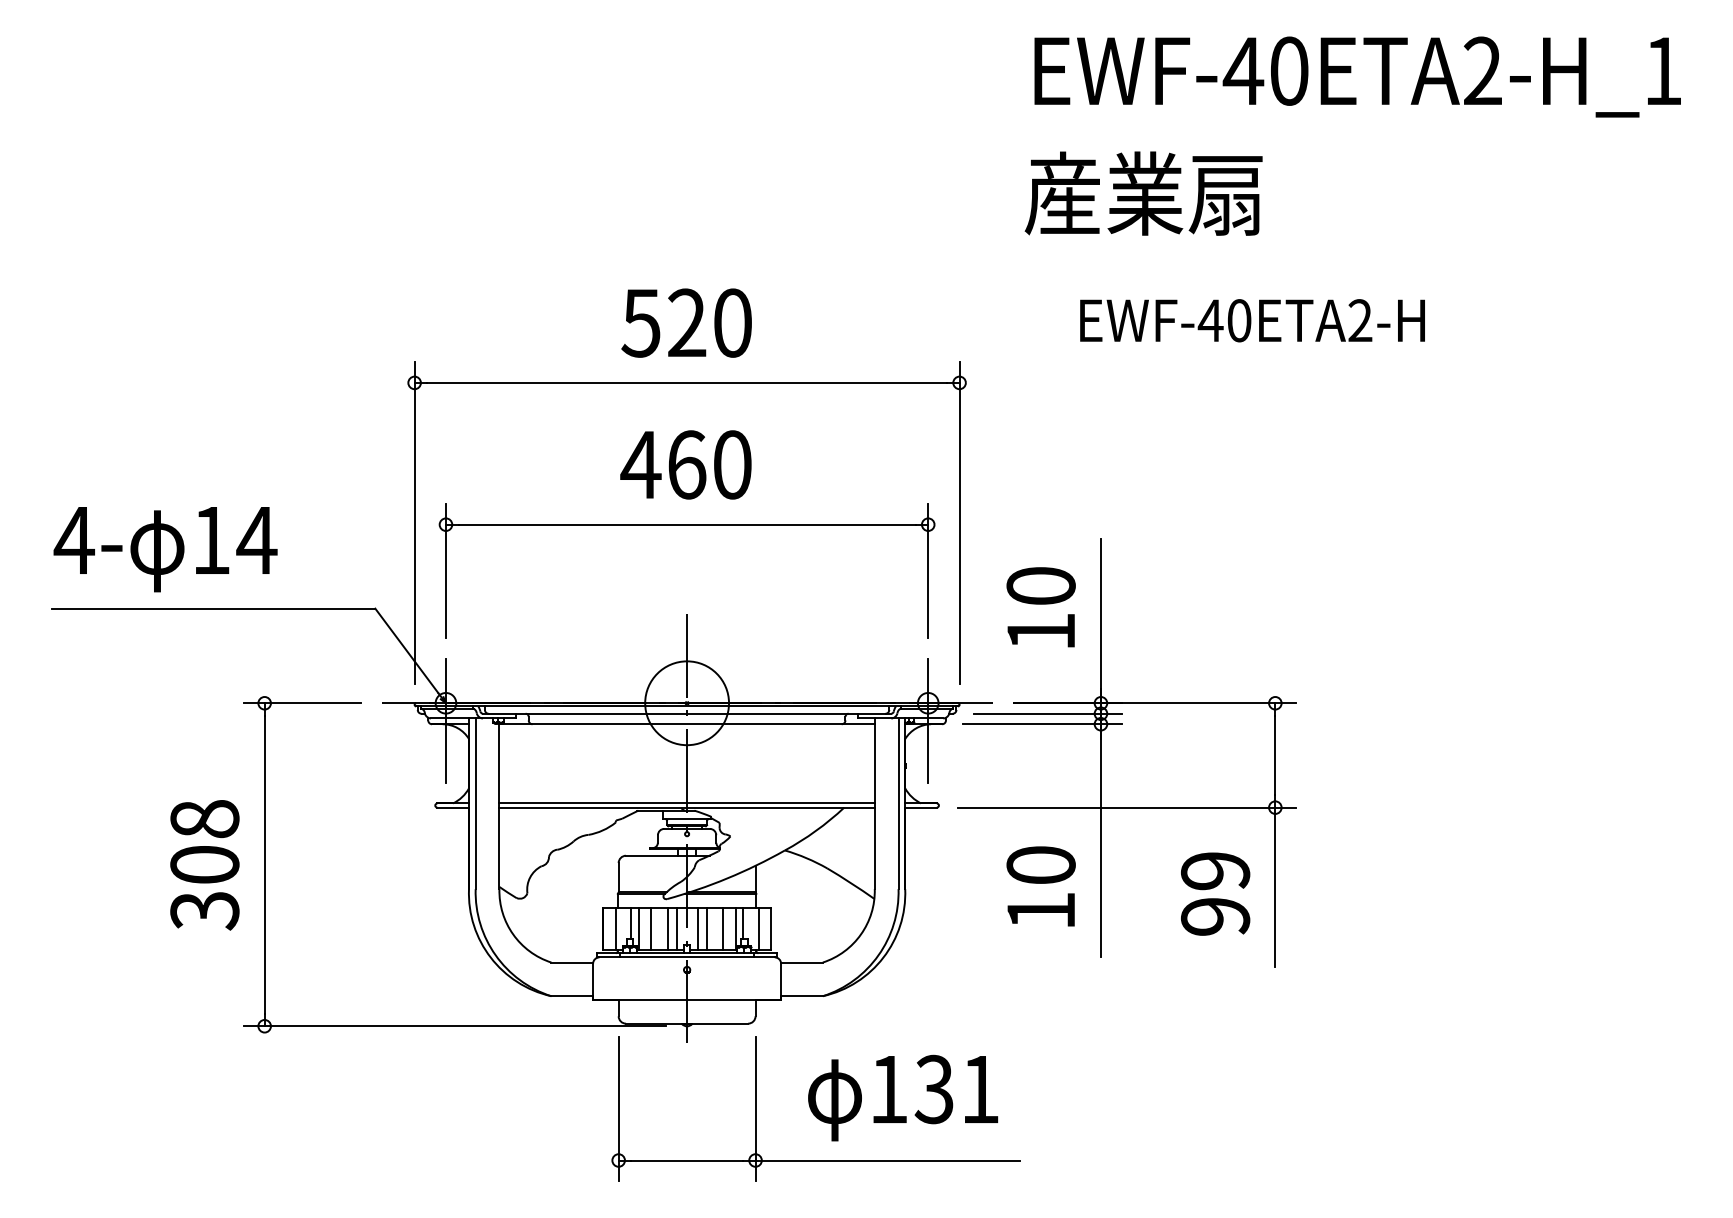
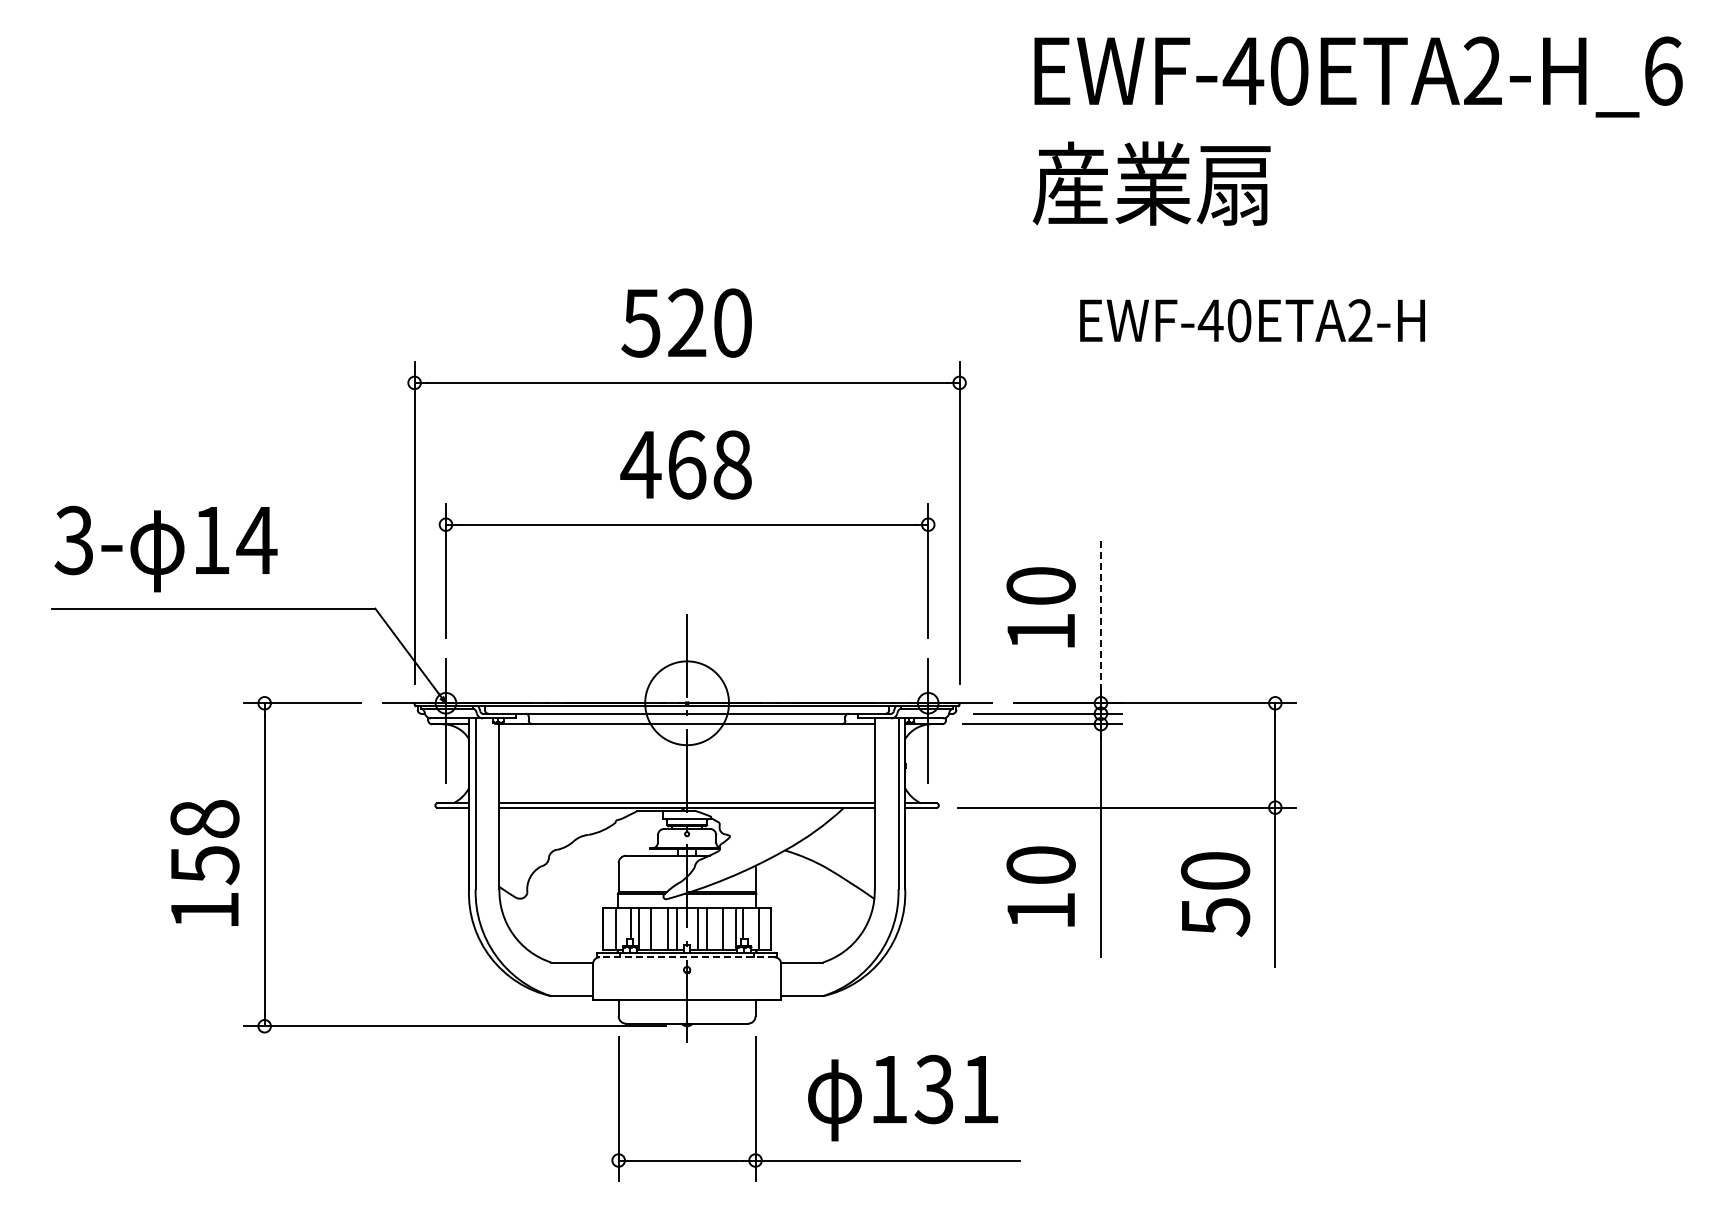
text at (1663, 70): EWF-40ETA2-H_1 -> EWF-40ETA2-H_6
text at (1143, 193) position: (1143, 193) -> (1151, 183)
text at (732, 464): 460 -> 468
text at (73, 540): 4- -> 3-
line at (1100, 615): solid -> dashed
text at (204, 888): 308 -> 158
text at (1215, 894): 99 -> 50
line at (687, 957): solid -> dashed
